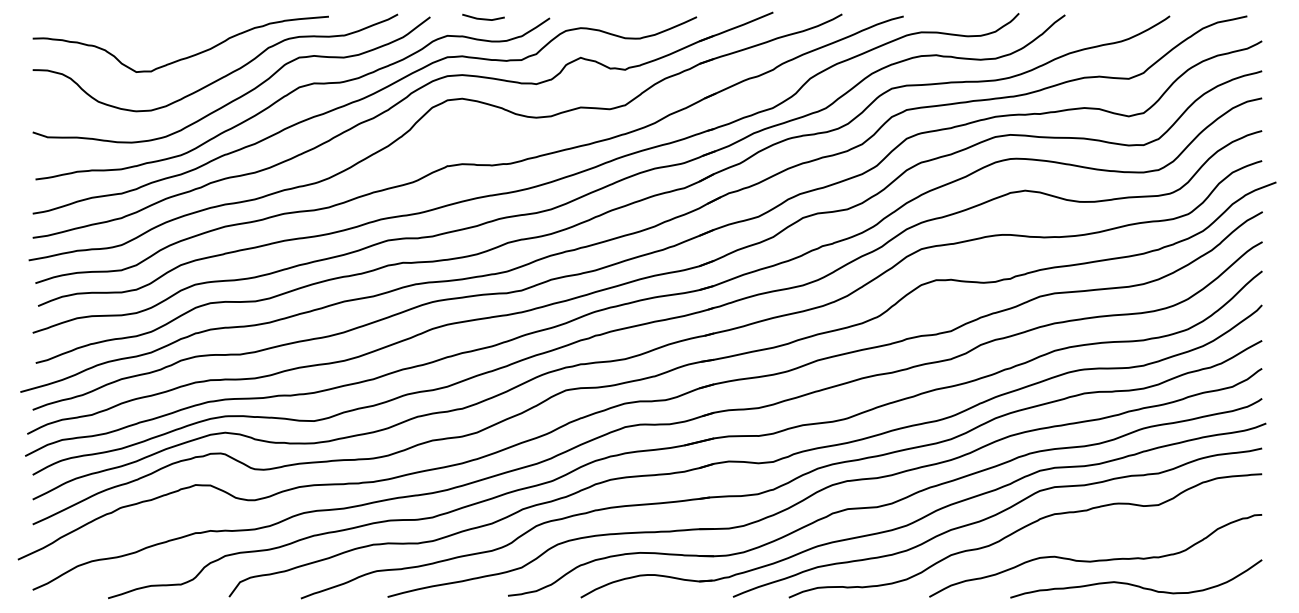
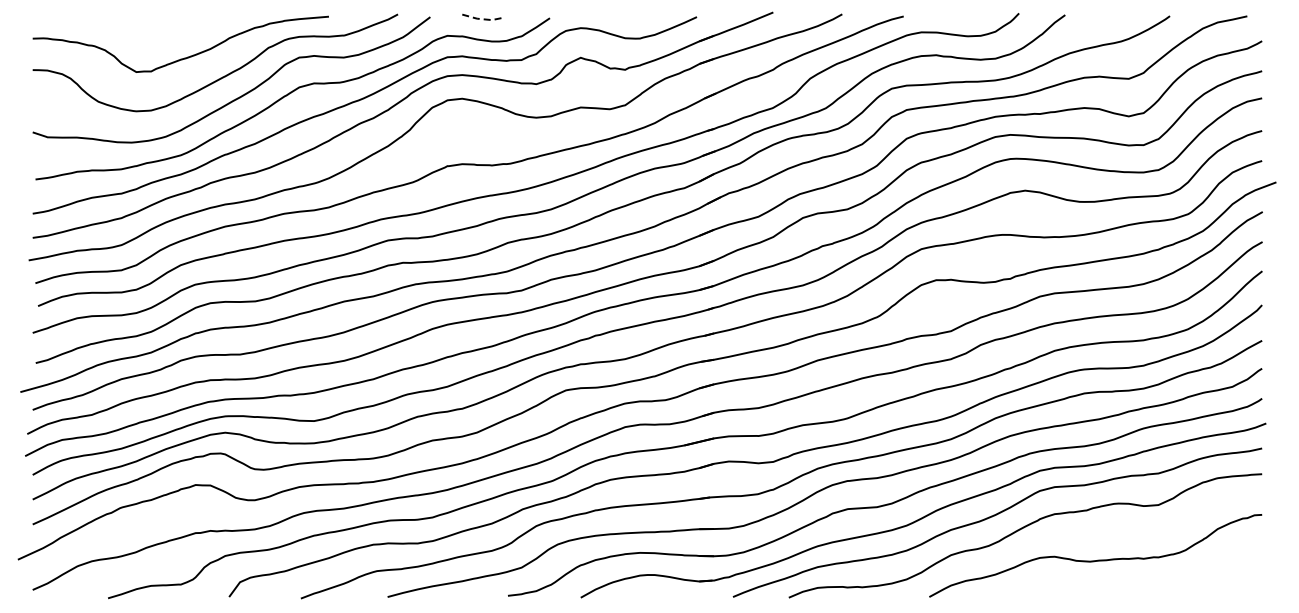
line at (484, 19): solid -> dashed
curve at (1135, 584): present -> none
